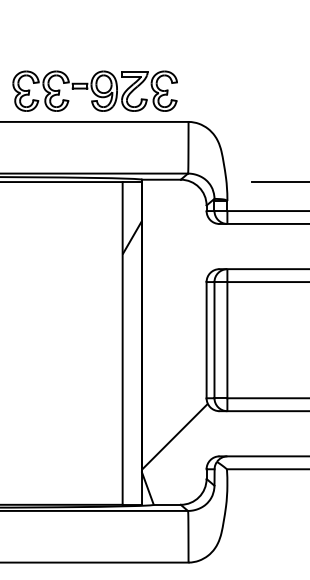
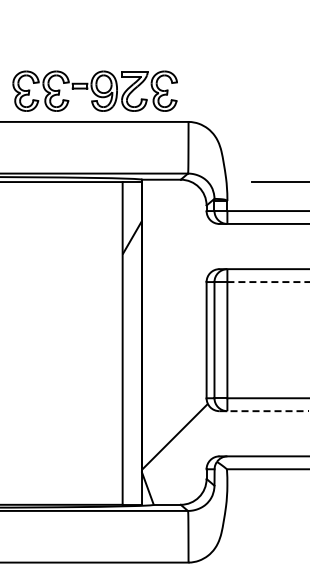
line at (268, 282): solid -> dashed
line at (264, 411): solid -> dashed
